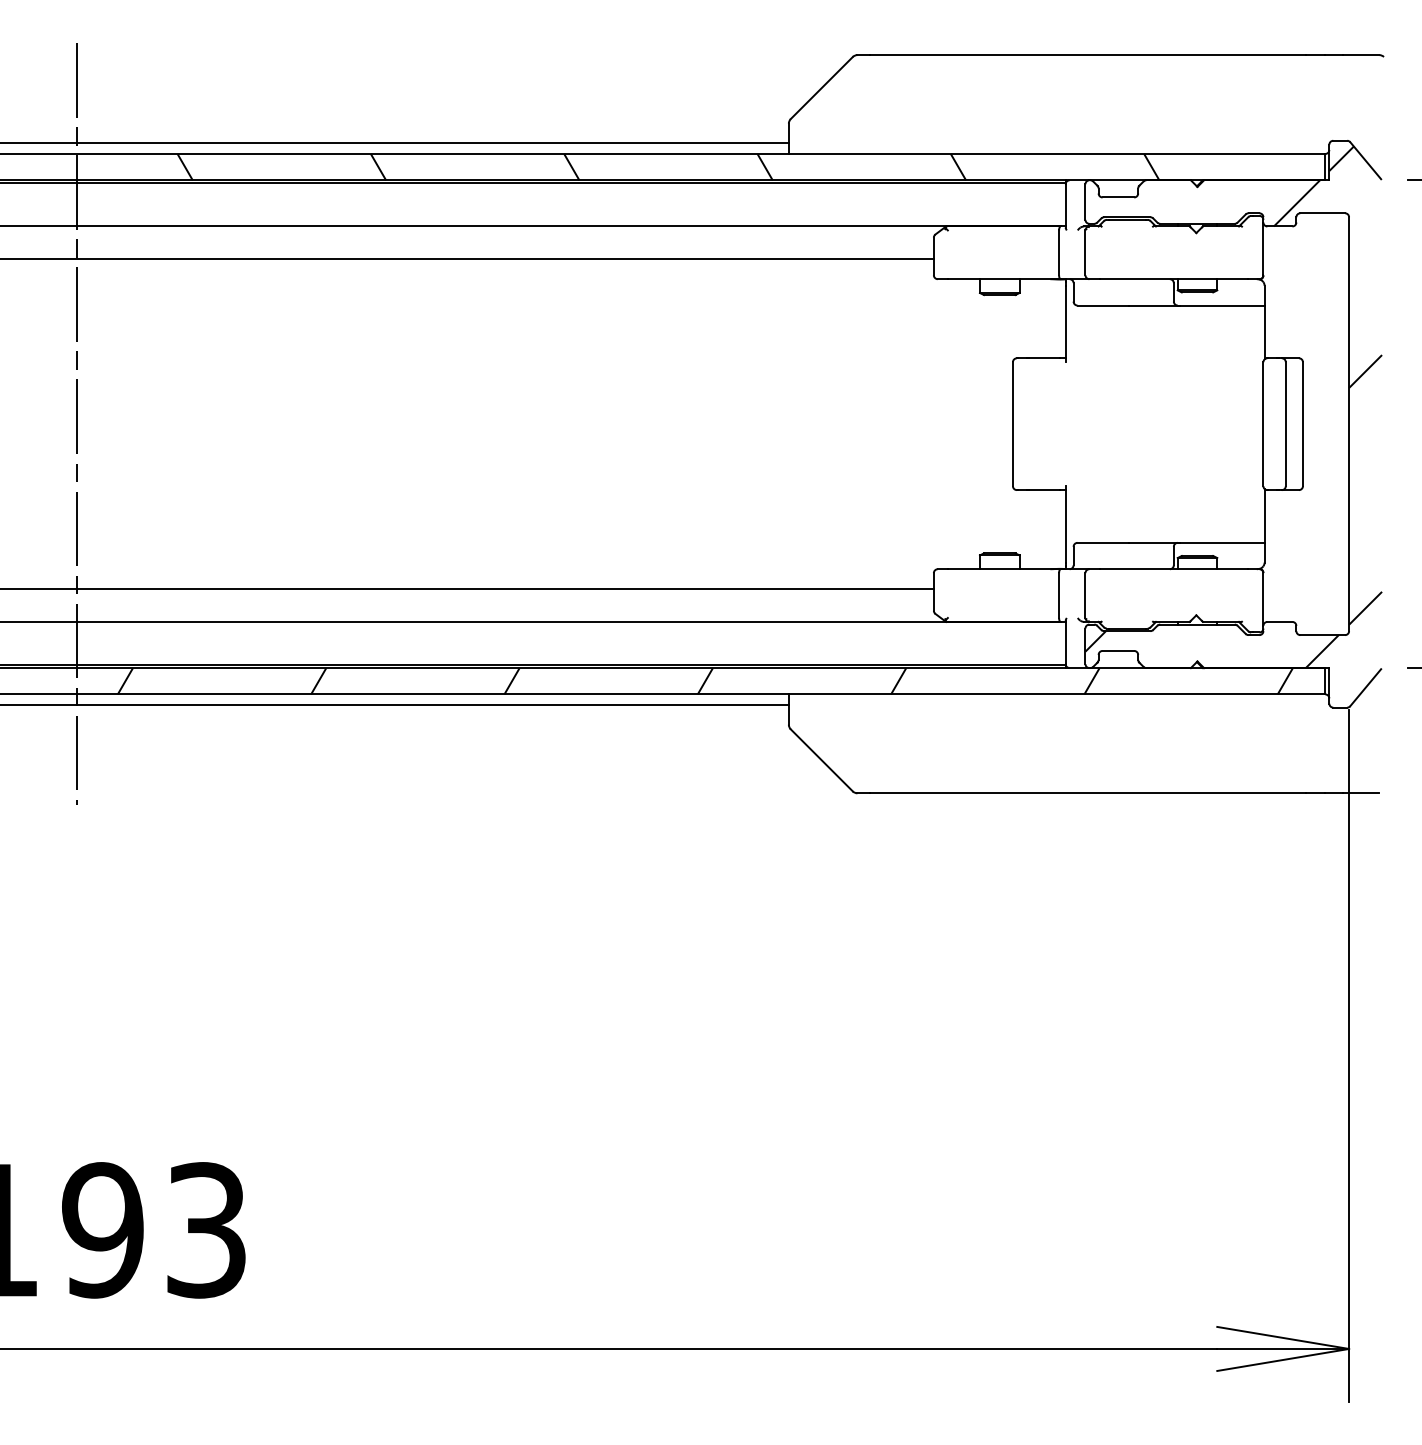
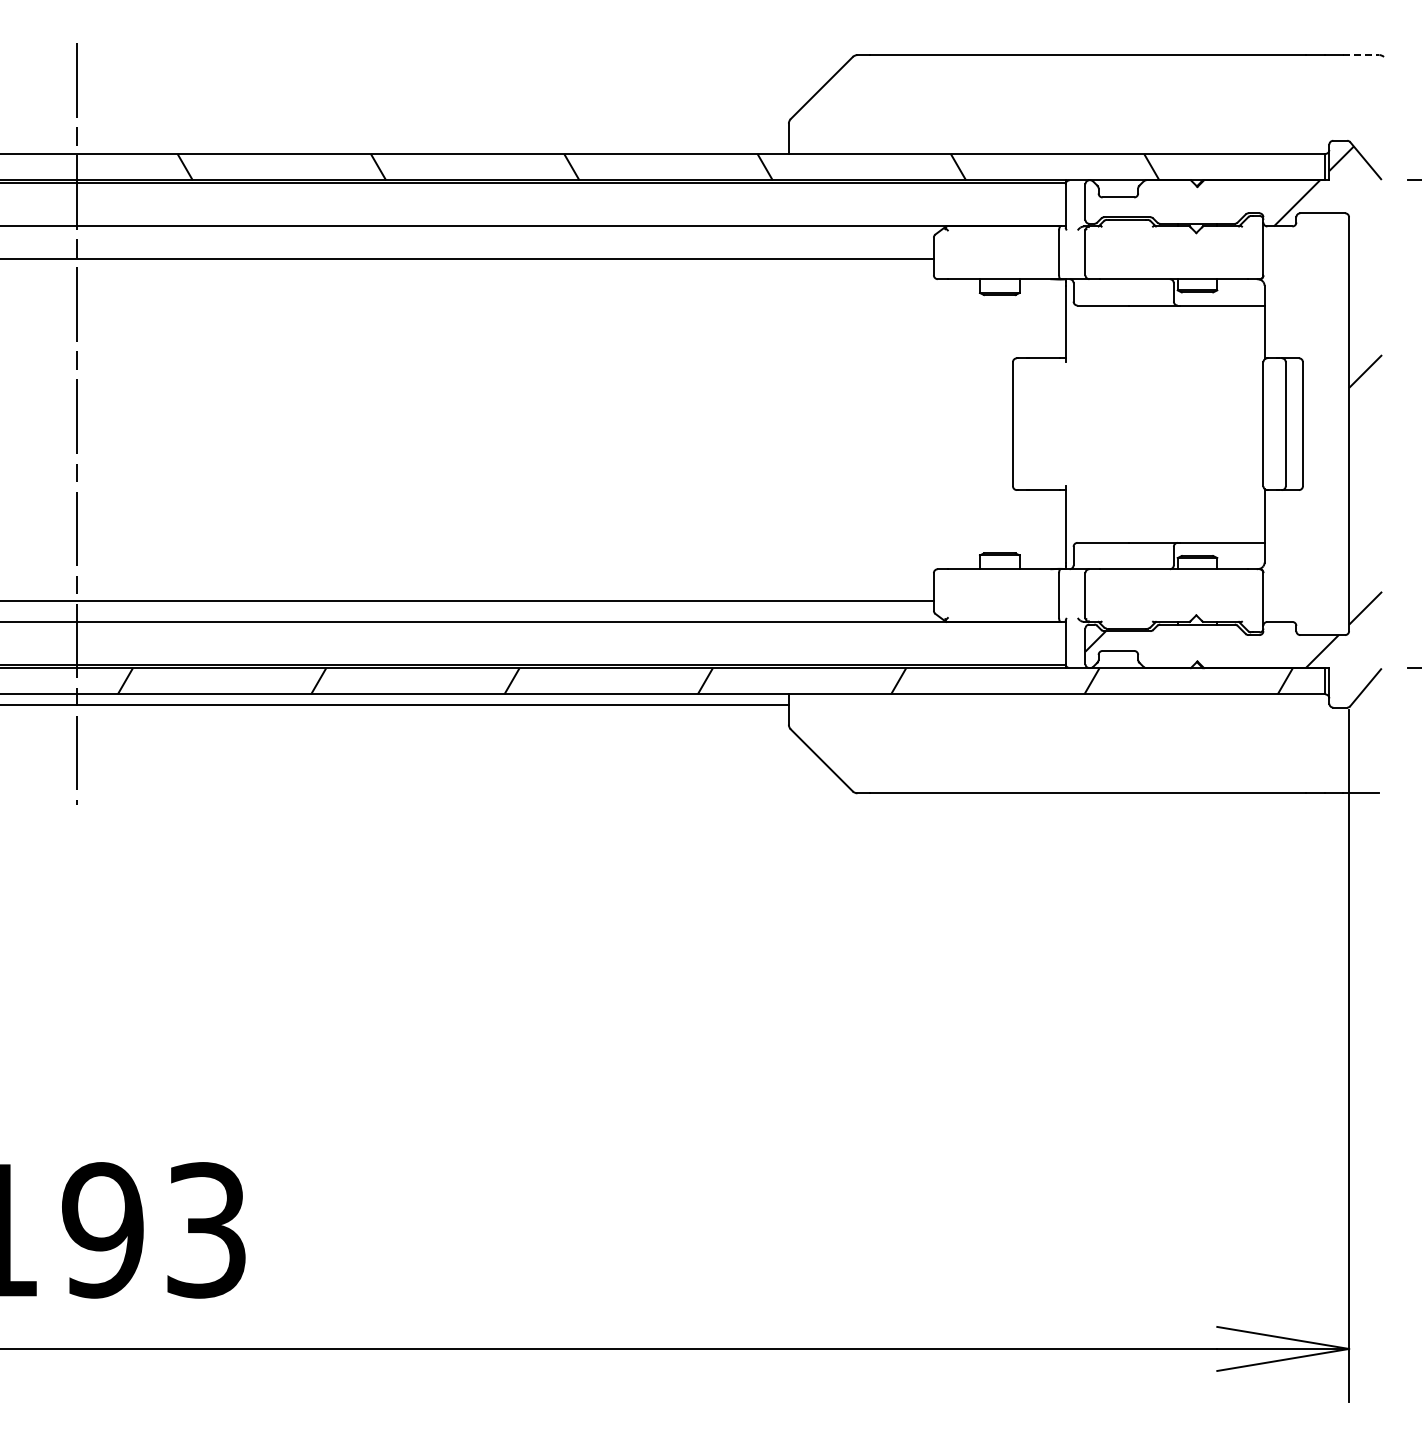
line at (1361, 55): solid -> dashed
line at (395, 143): present -> none
line at (467, 588) position: (467, 588) -> (467, 600)
